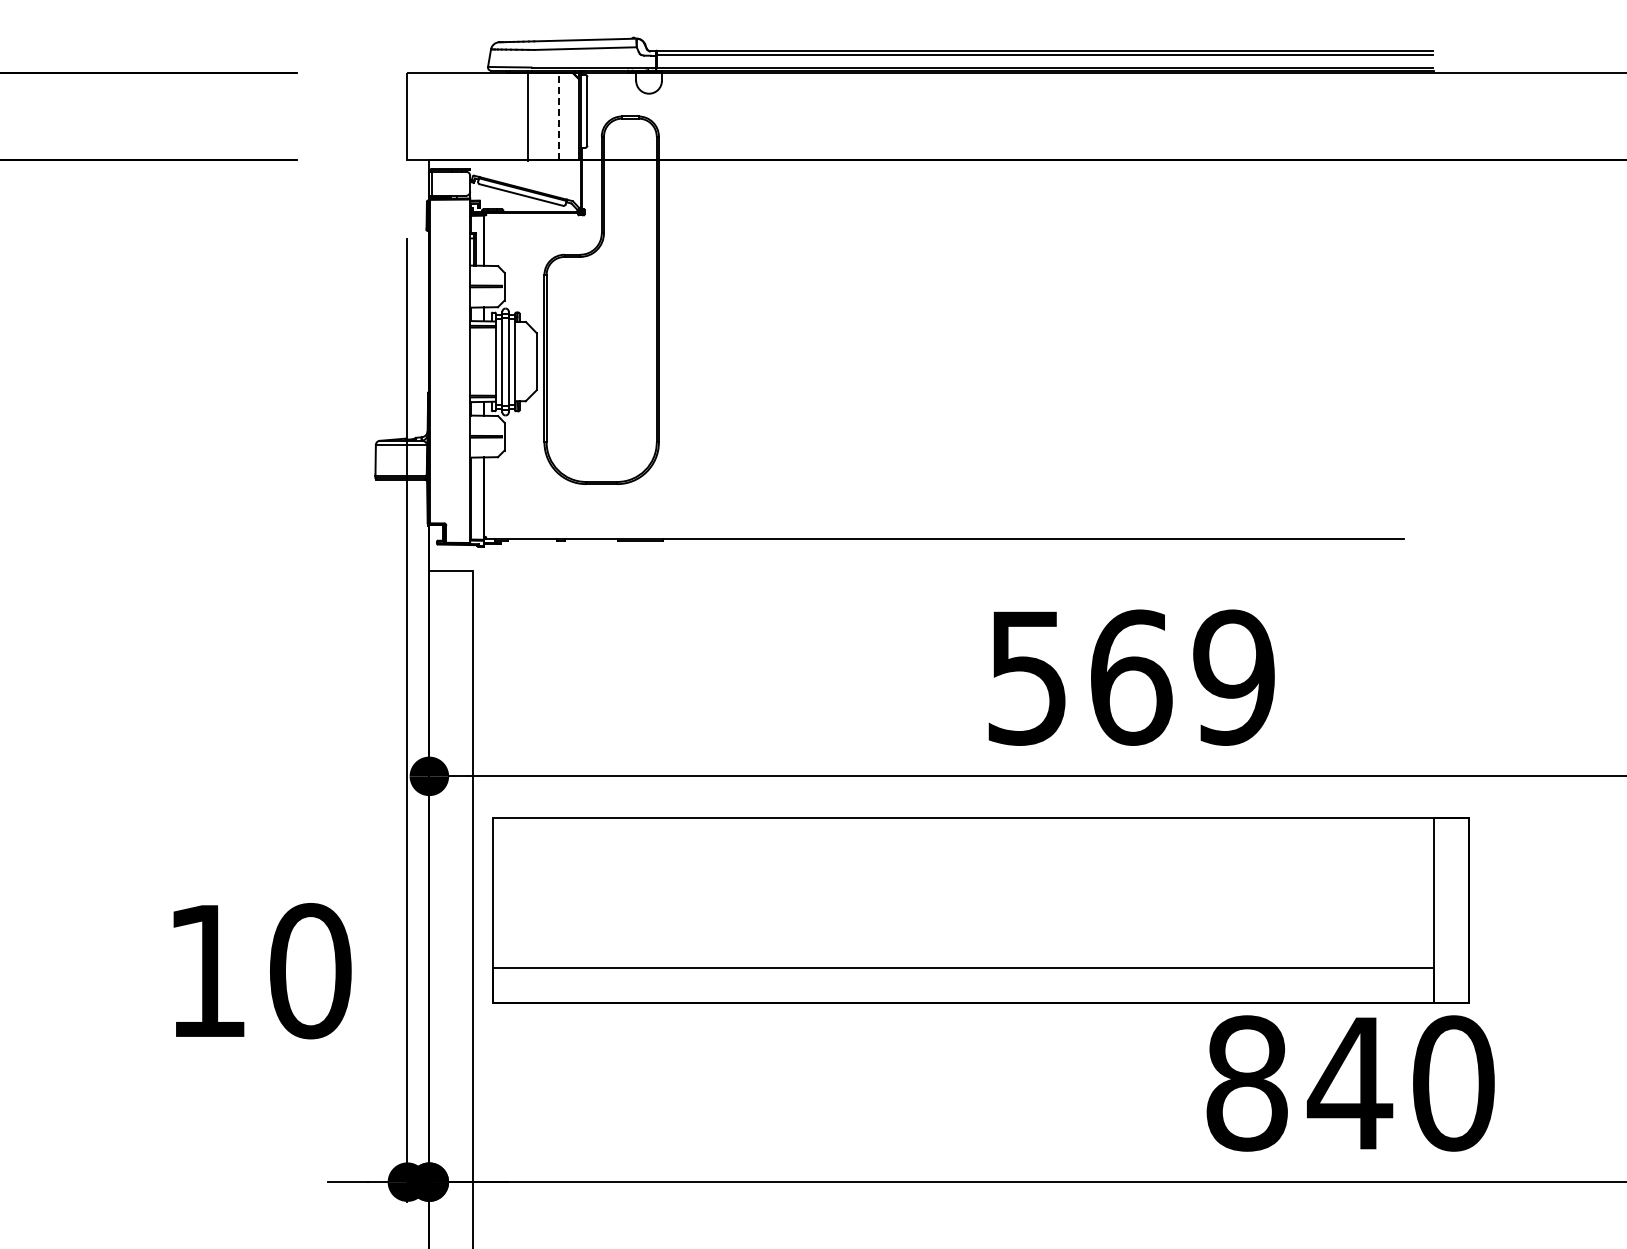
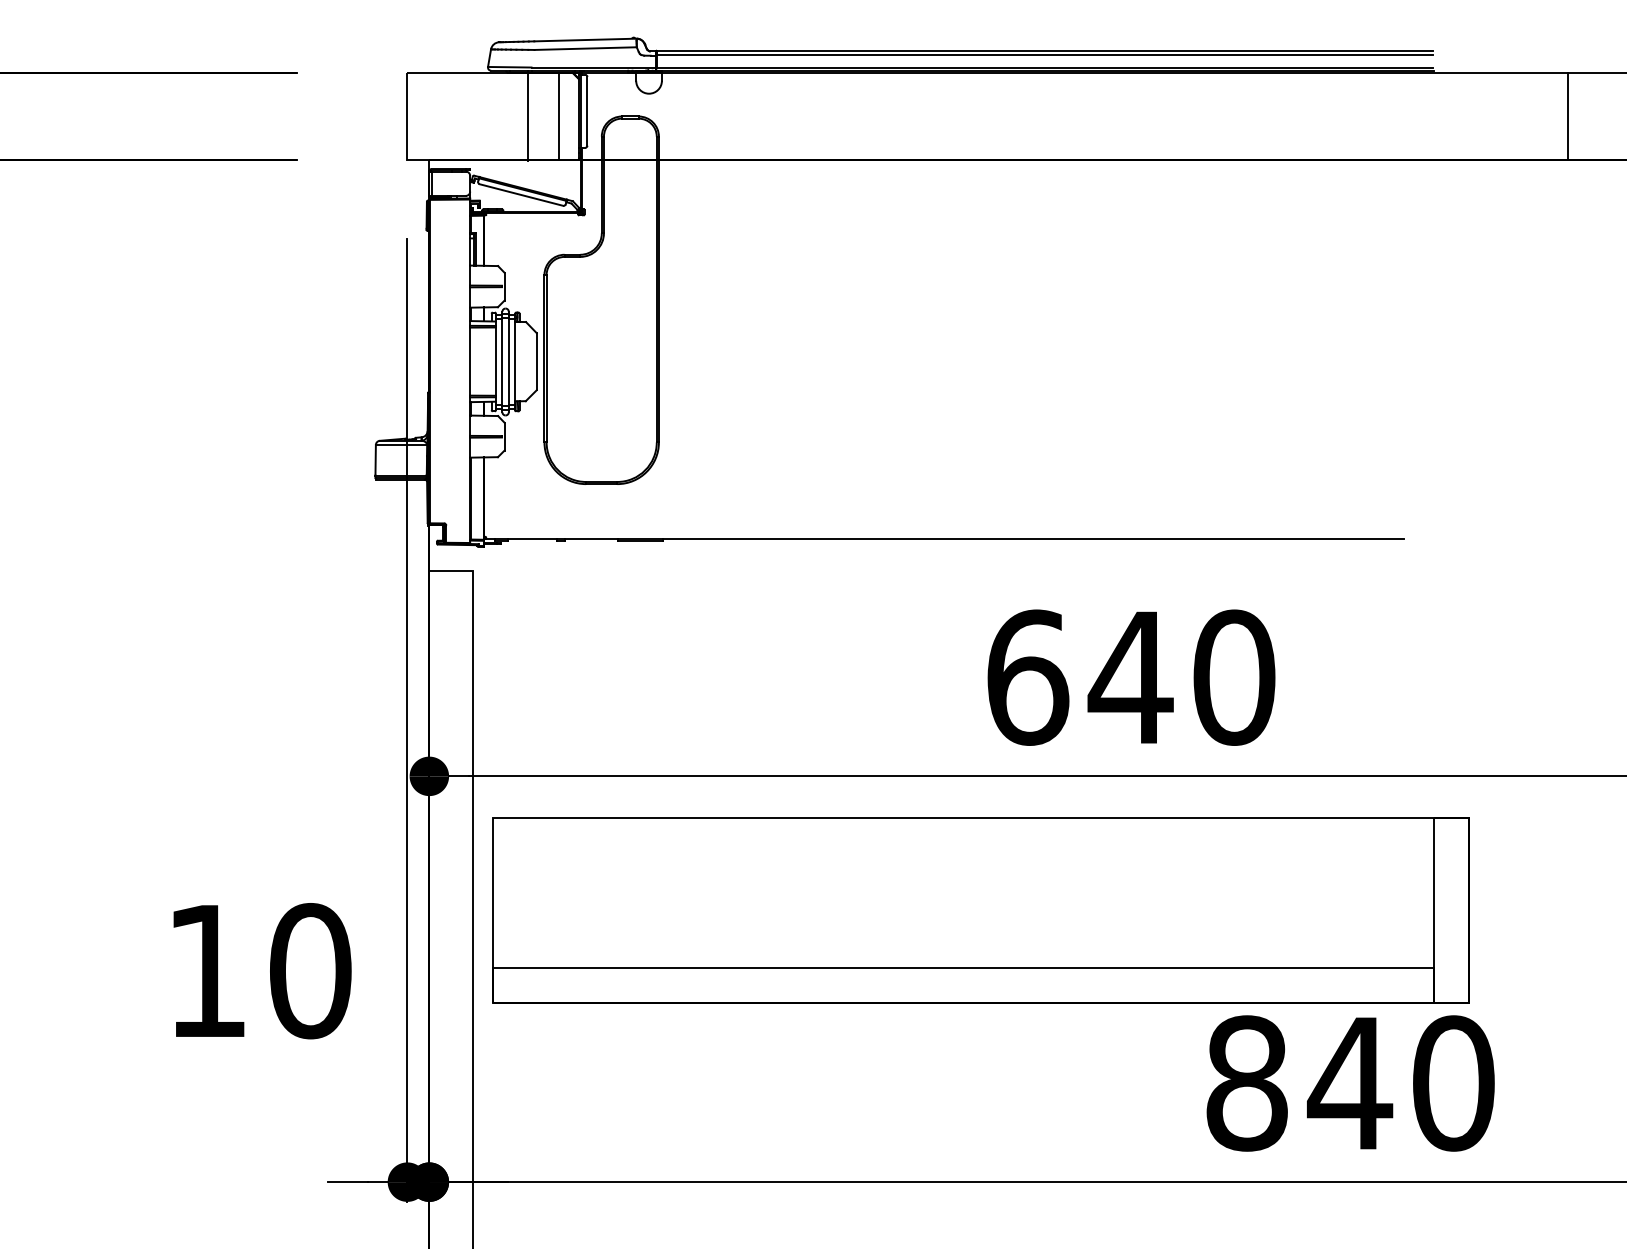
line at (558, 116): dashed -> solid
line at (1567, 116): none -> present
text at (1131, 677): 569 -> 640
